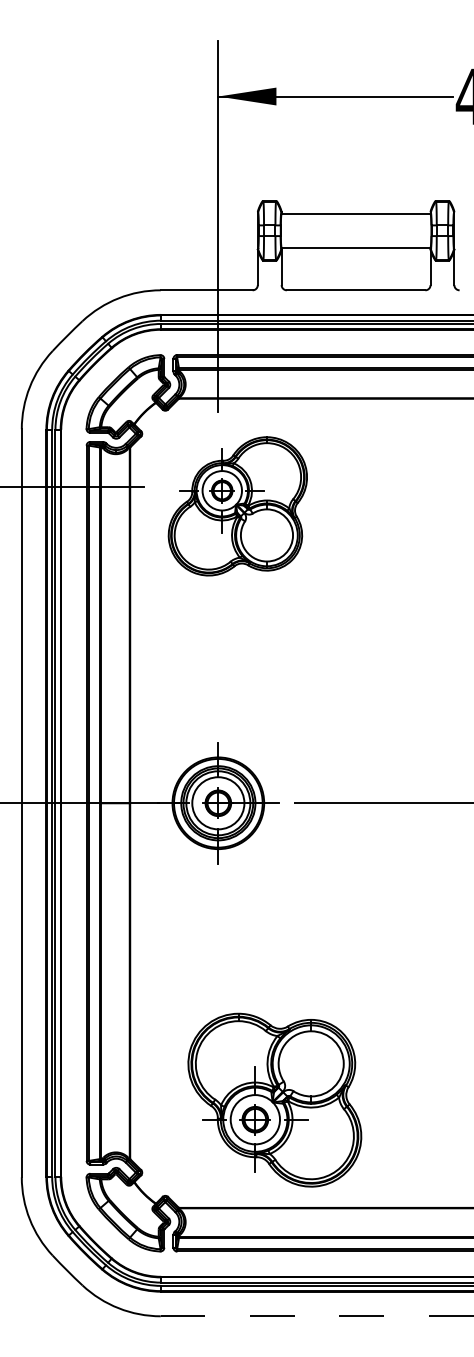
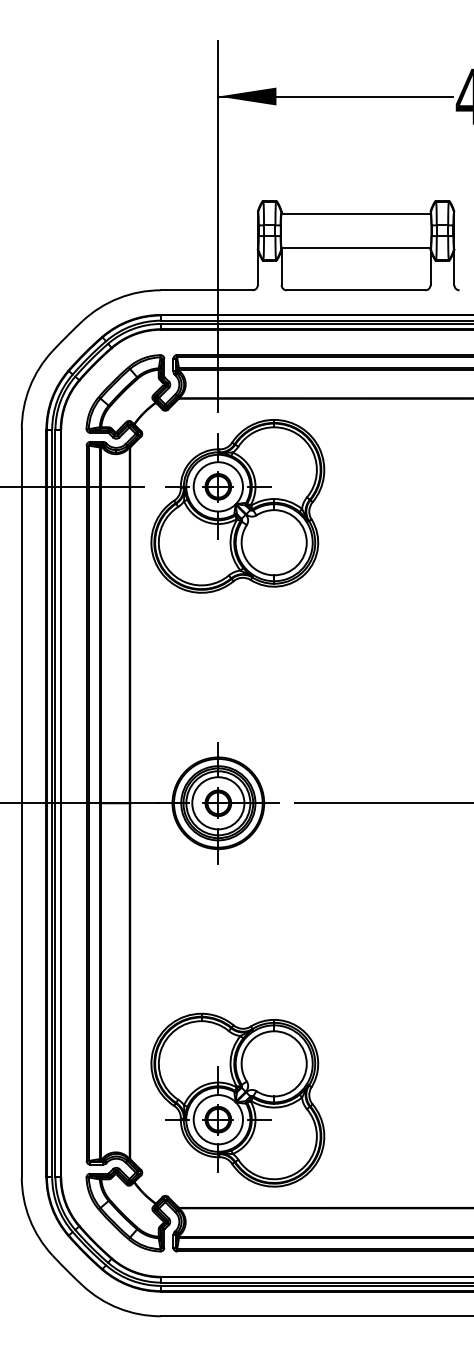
part at (237, 506) size: 141x141 px -> 176x175 px
part at (274, 1099) position: (274, 1099) -> (237, 1099)
line at (317, 1316): dashed -> solid
